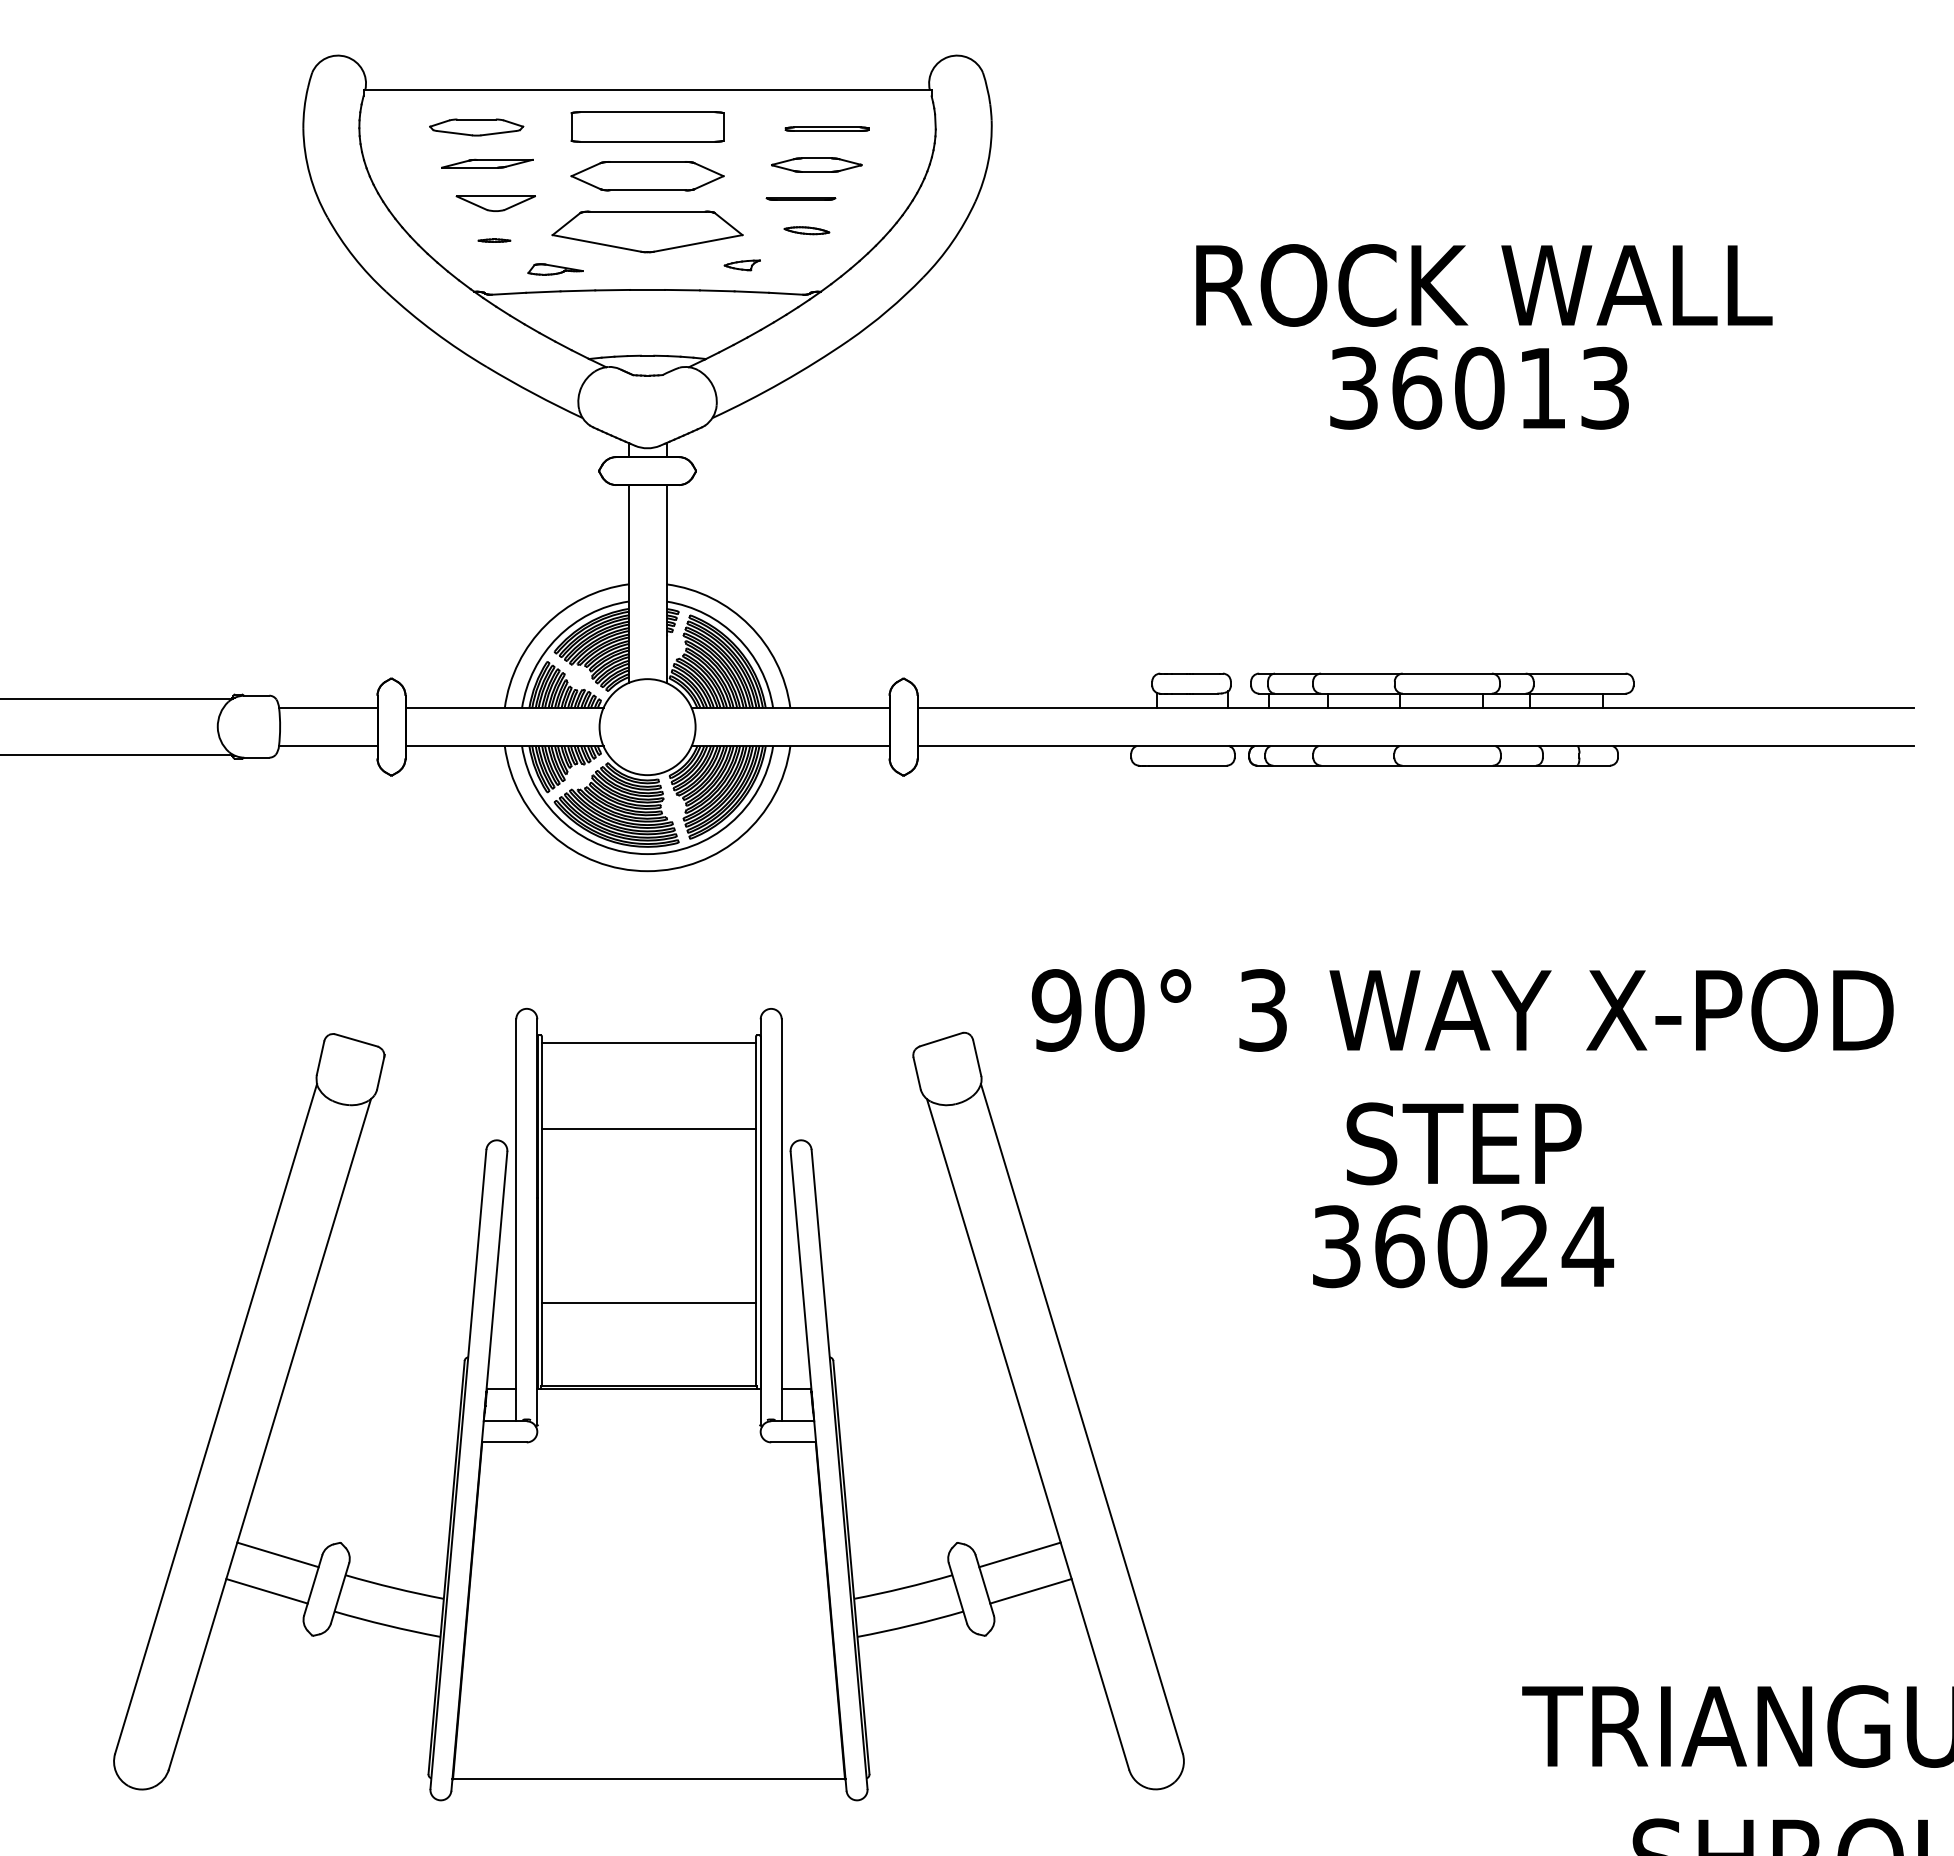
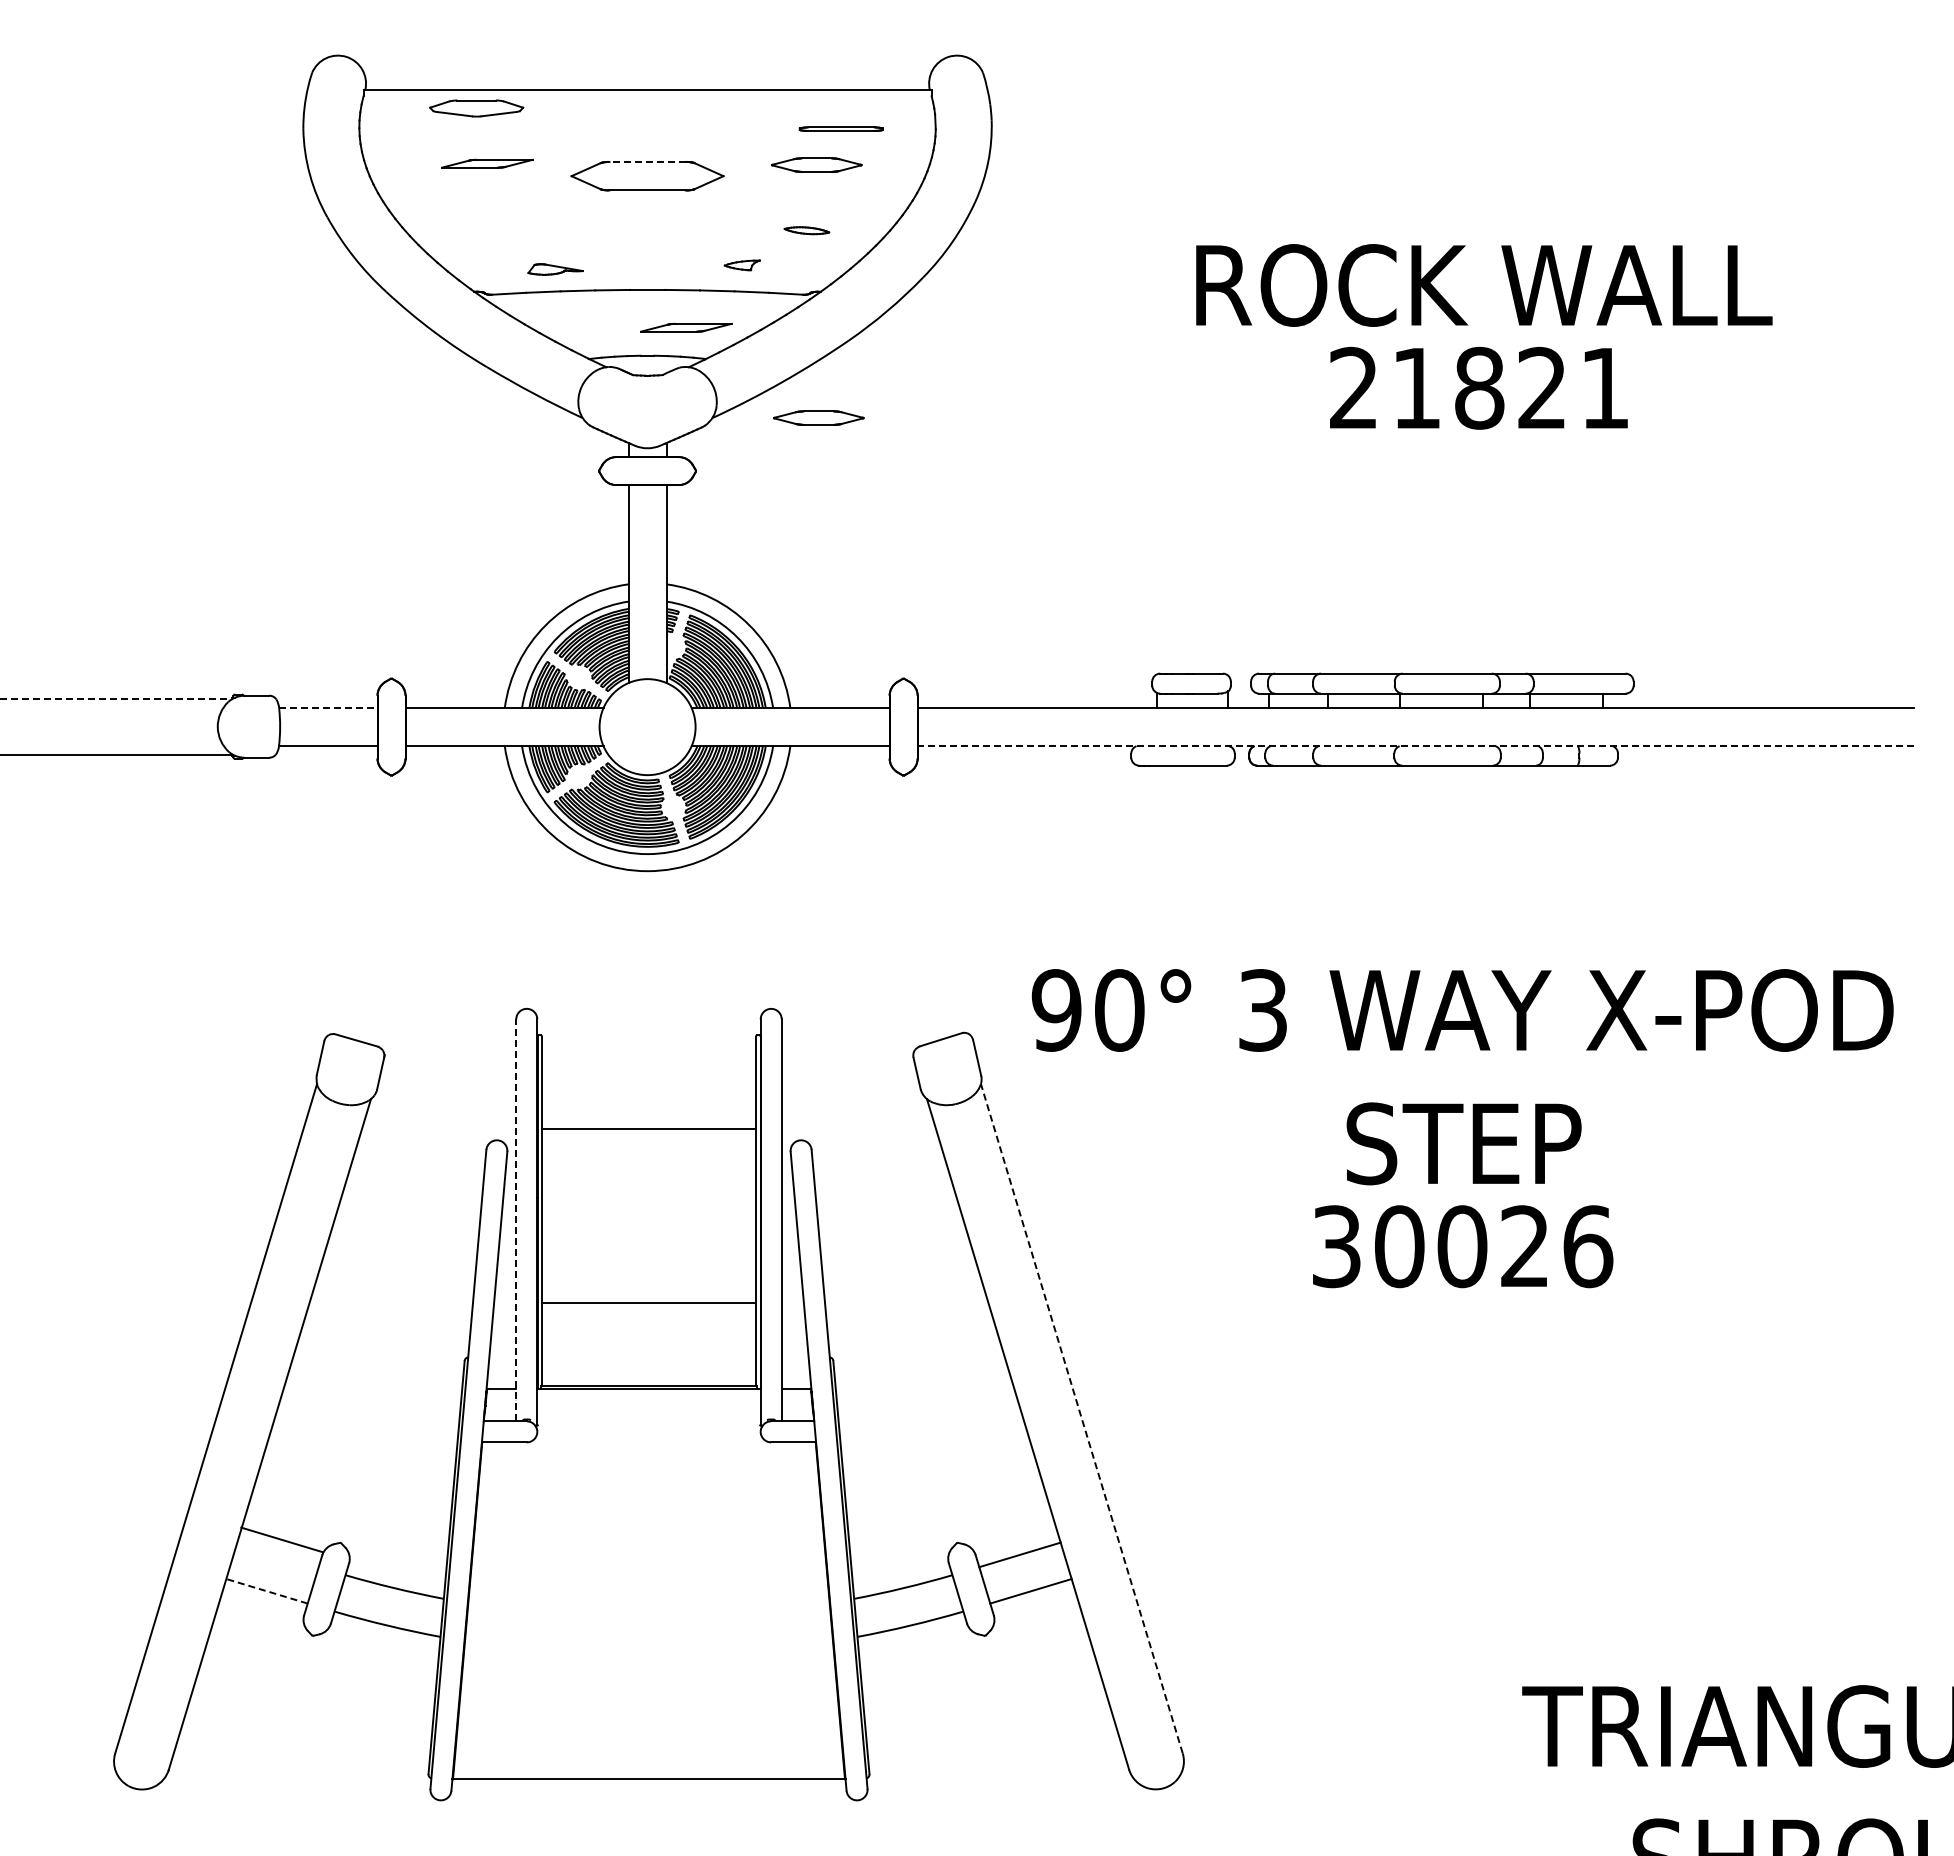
part at (647, 126): present -> none
part at (476, 127) position: (476, 127) -> (476, 108)
part at (826, 128) position: (826, 128) -> (840, 128)
line at (647, 161): solid -> dashed
line at (800, 198): present -> none
part at (495, 203): present -> none
part at (647, 231): present -> none
line at (494, 239): present -> none
part at (686, 327): none -> present
text at (1479, 387): 36013 -> 21821
part at (818, 417): none -> present
line at (116, 698): solid -> dashed
line at (328, 708): solid -> dashed
line at (1415, 746): solid -> dashed
line at (648, 1042): present -> none
line at (516, 1219): solid -> dashed
text at (1494, 1246): 36024 -> 30026
line at (1081, 1418): solid -> dashed
line at (277, 1554) position: (277, 1554) -> (281, 1539)
line at (267, 1591): solid -> dashed
